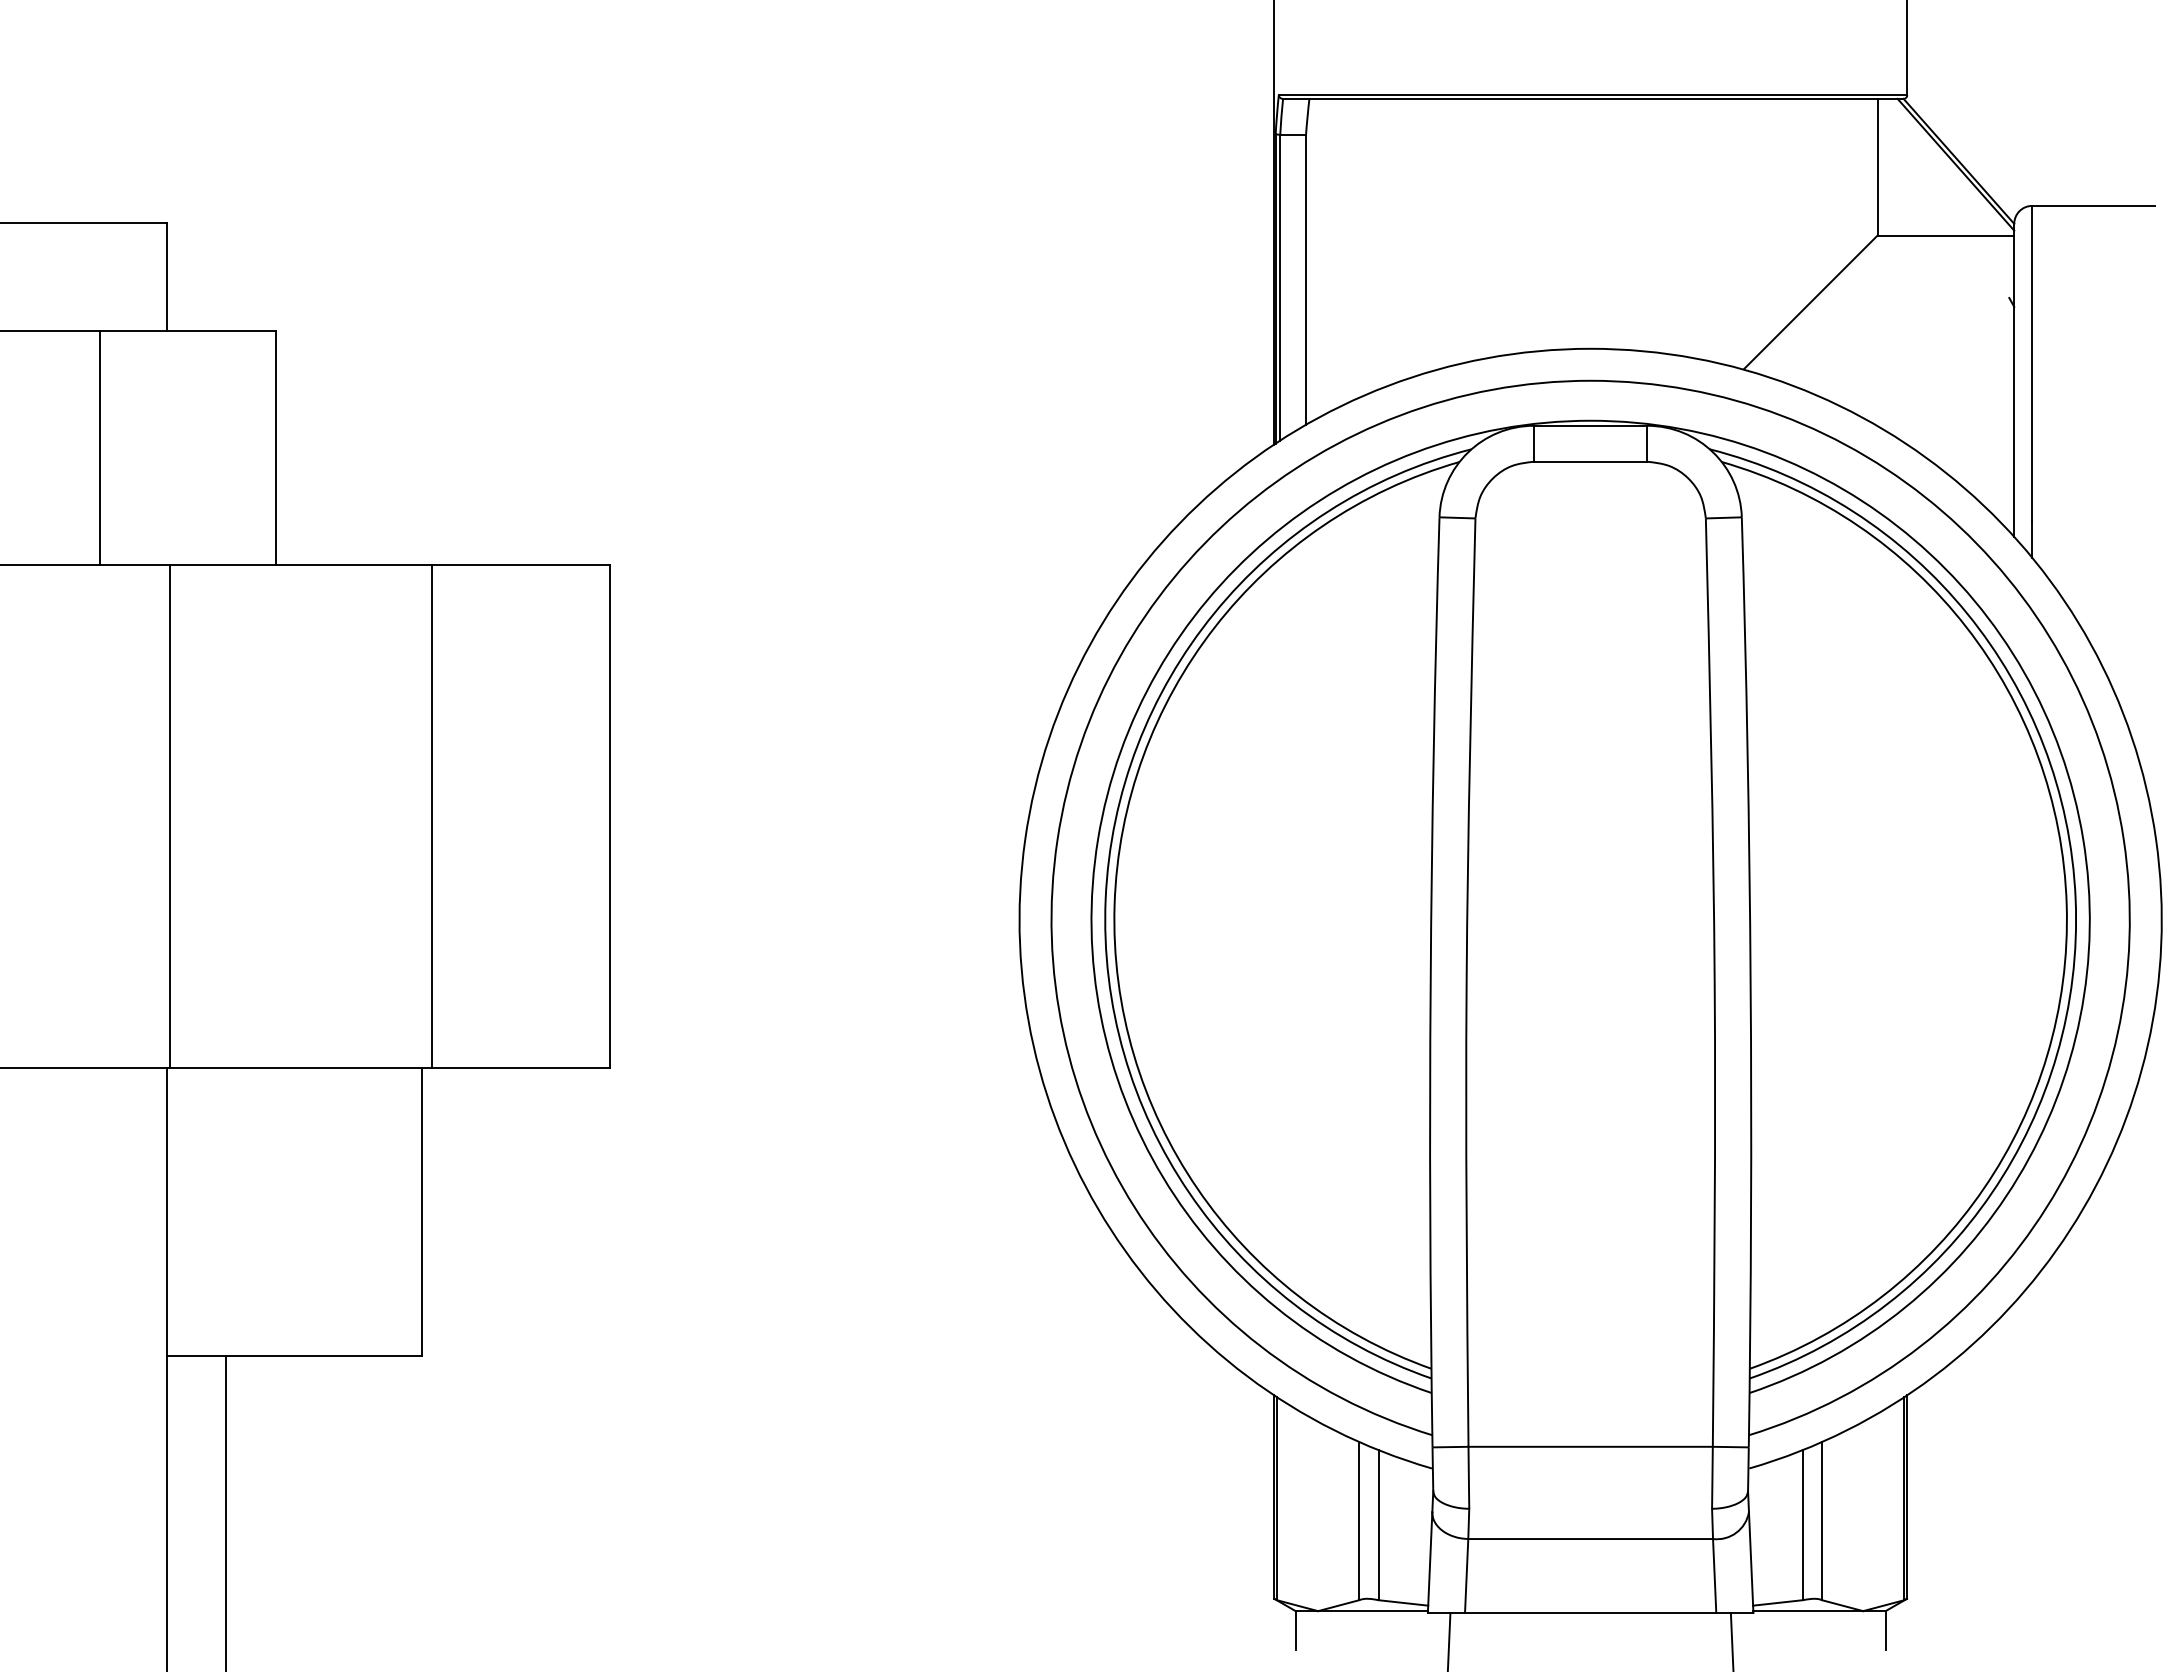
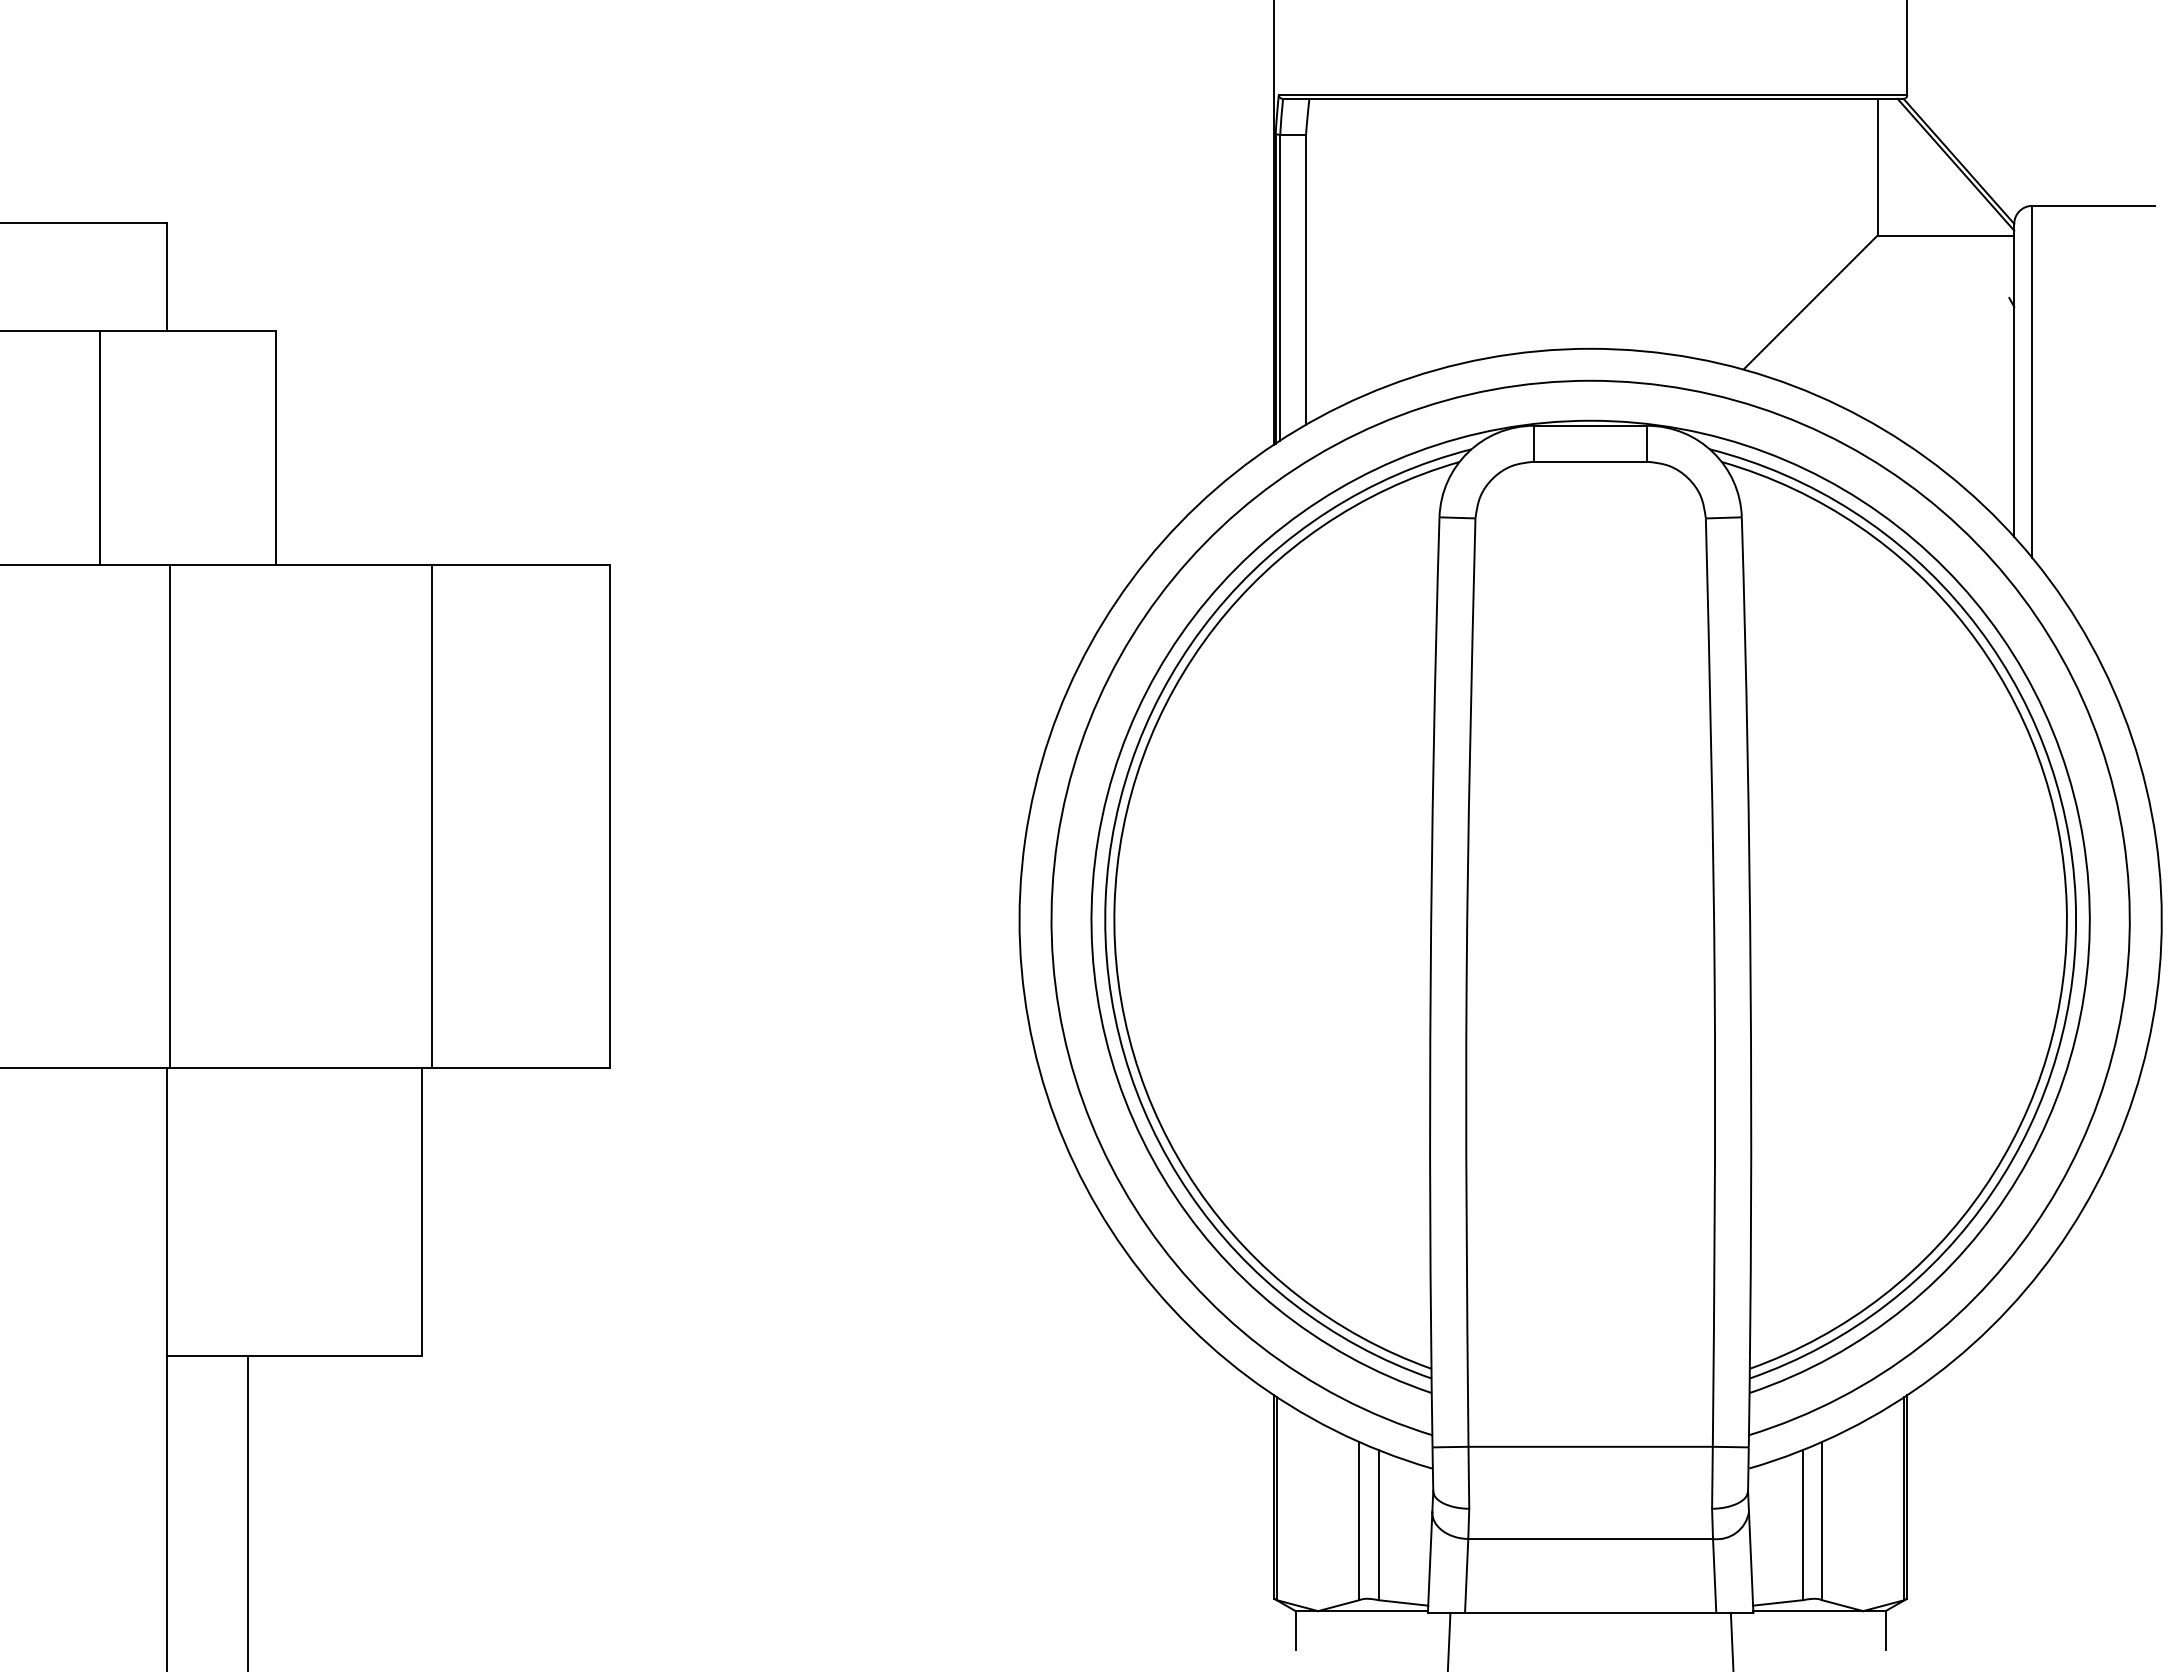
line at (225, 1512) position: (225, 1512) -> (247, 1512)
